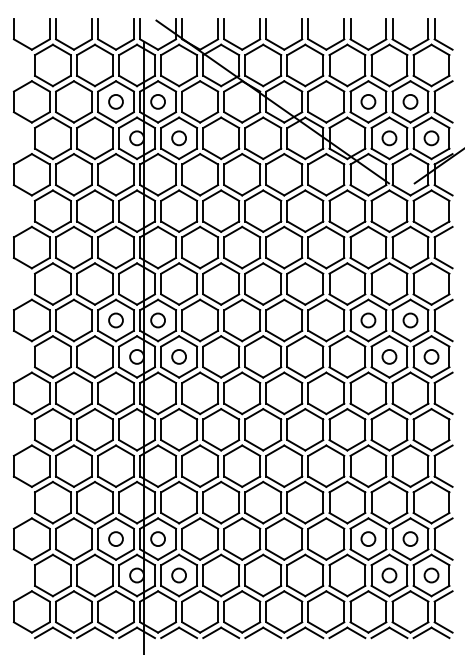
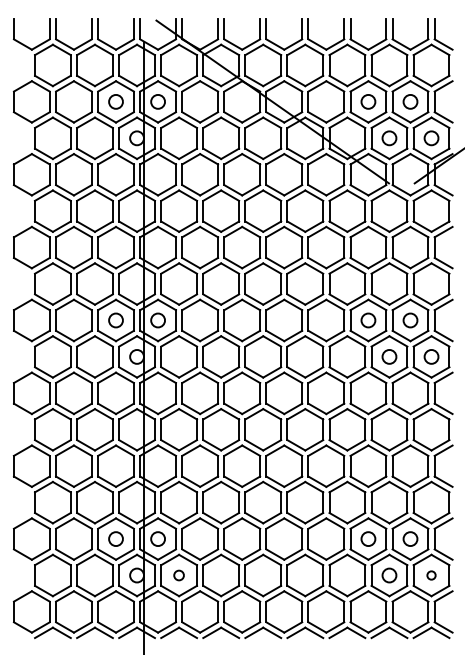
circle at (178, 138): present -> none
circle at (178, 356): present -> none
circle at (178, 575) size: 16x17 px -> 12x13 px
circle at (431, 575) size: 17x17 px -> 11x11 px
